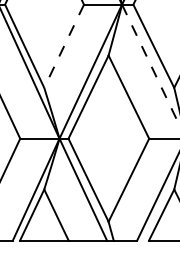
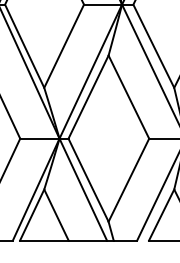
line at (63, 46): dashed -> solid
line at (151, 65): dashed -> solid
